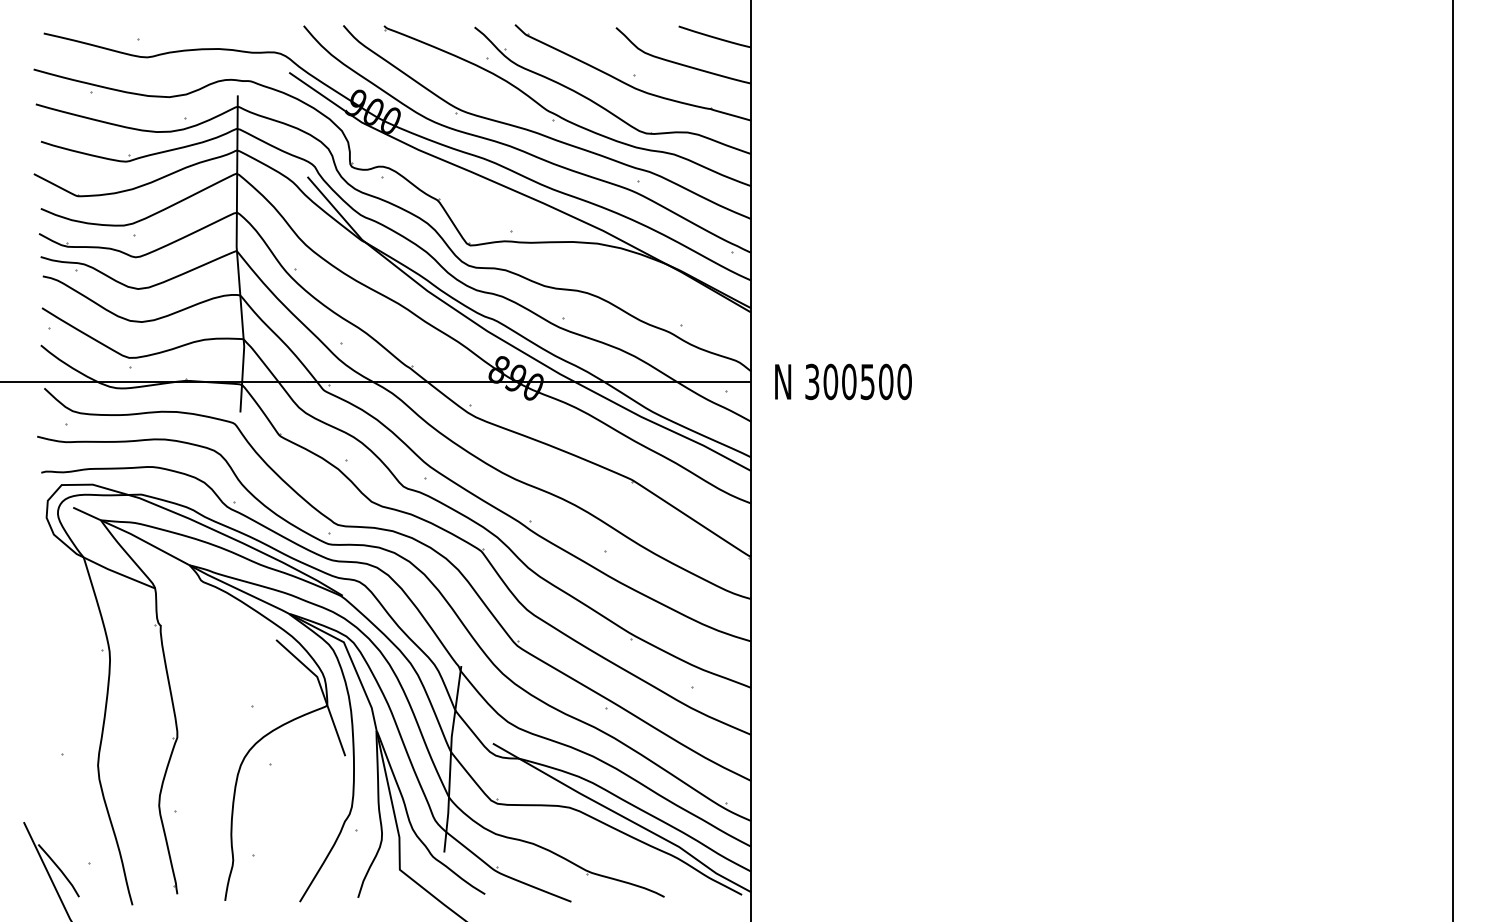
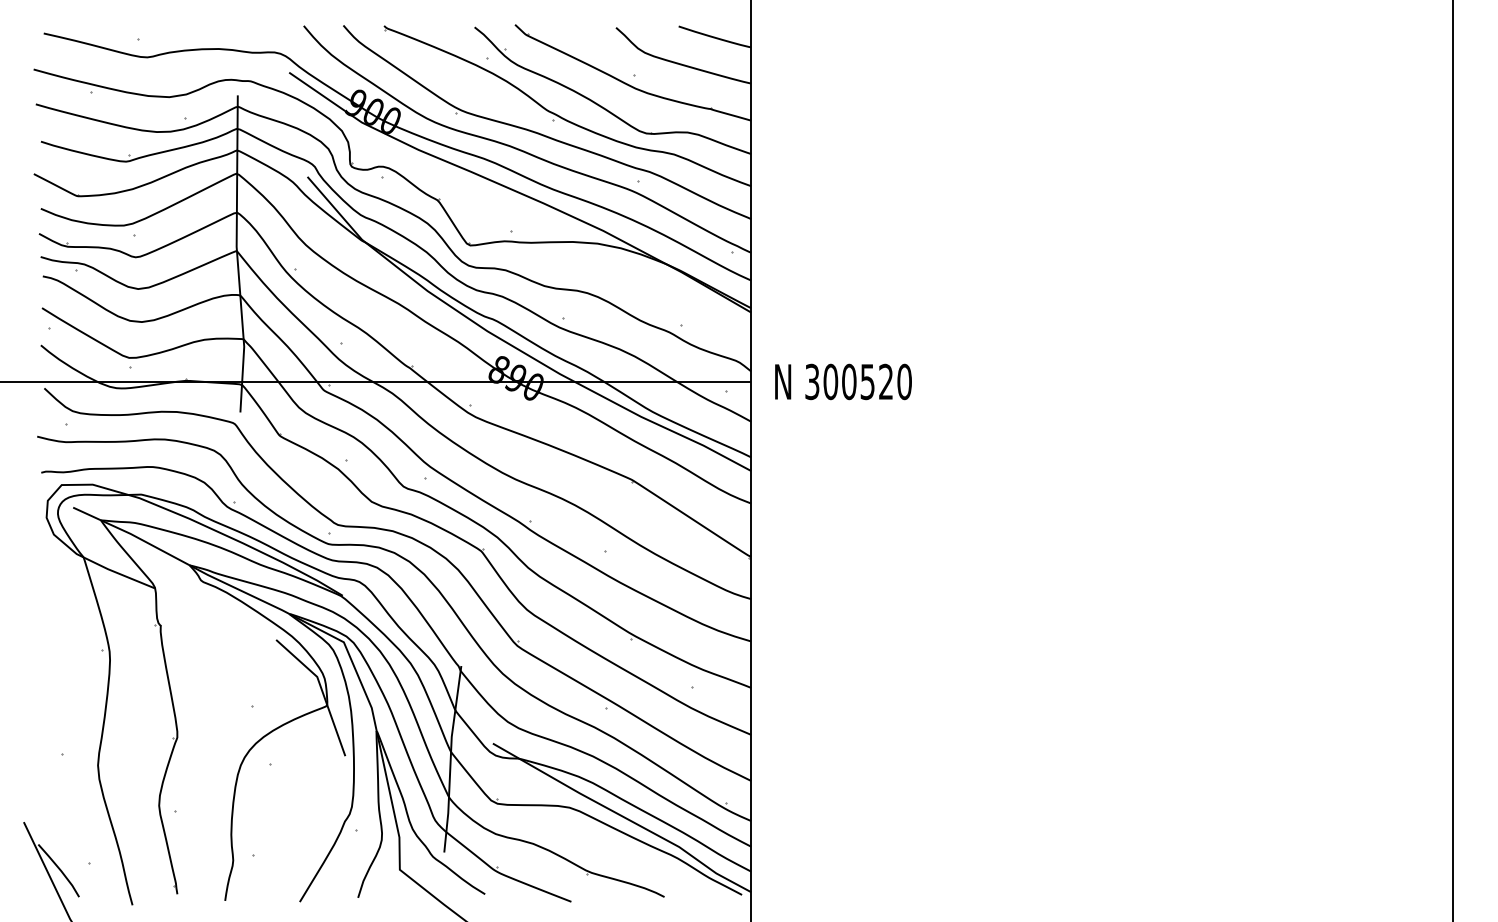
text at (886, 381): 300500 -> 300520
